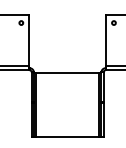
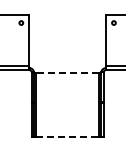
line at (67, 72): solid -> dashed
line at (67, 137): solid -> dashed
